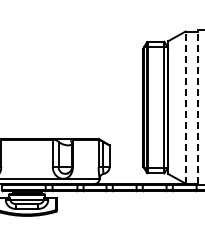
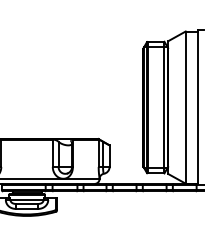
line at (198, 106): dashed -> solid
line at (185, 107): dashed -> solid
